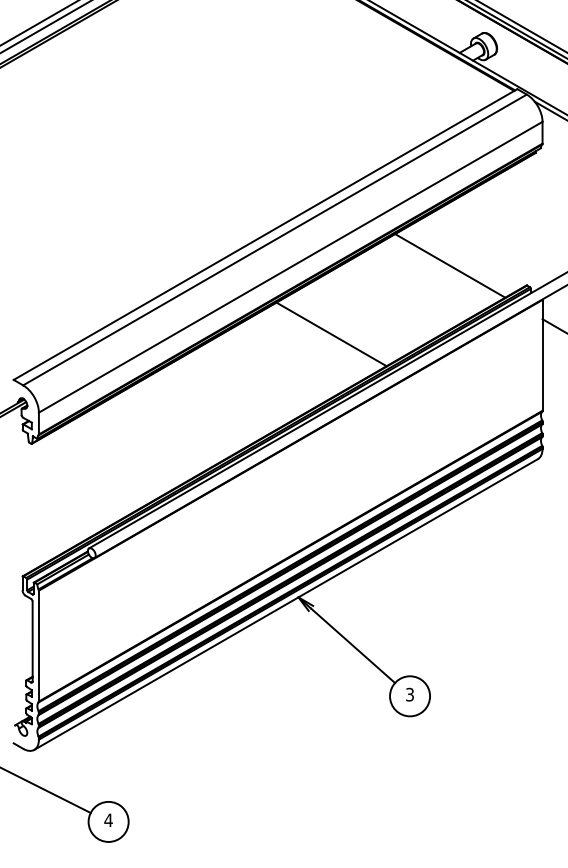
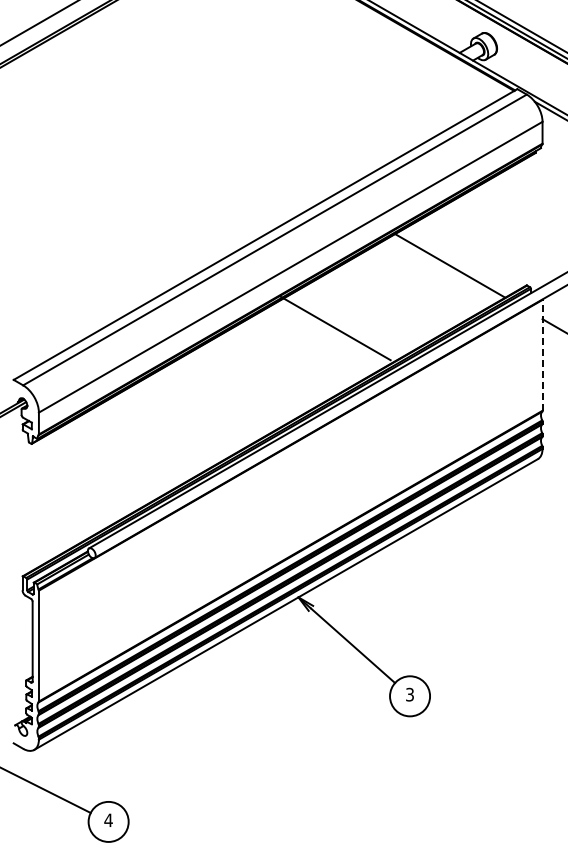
line at (45, 27): present -> none
line at (331, 334) position: (331, 334) -> (335, 328)
line at (542, 354): solid -> dashed
